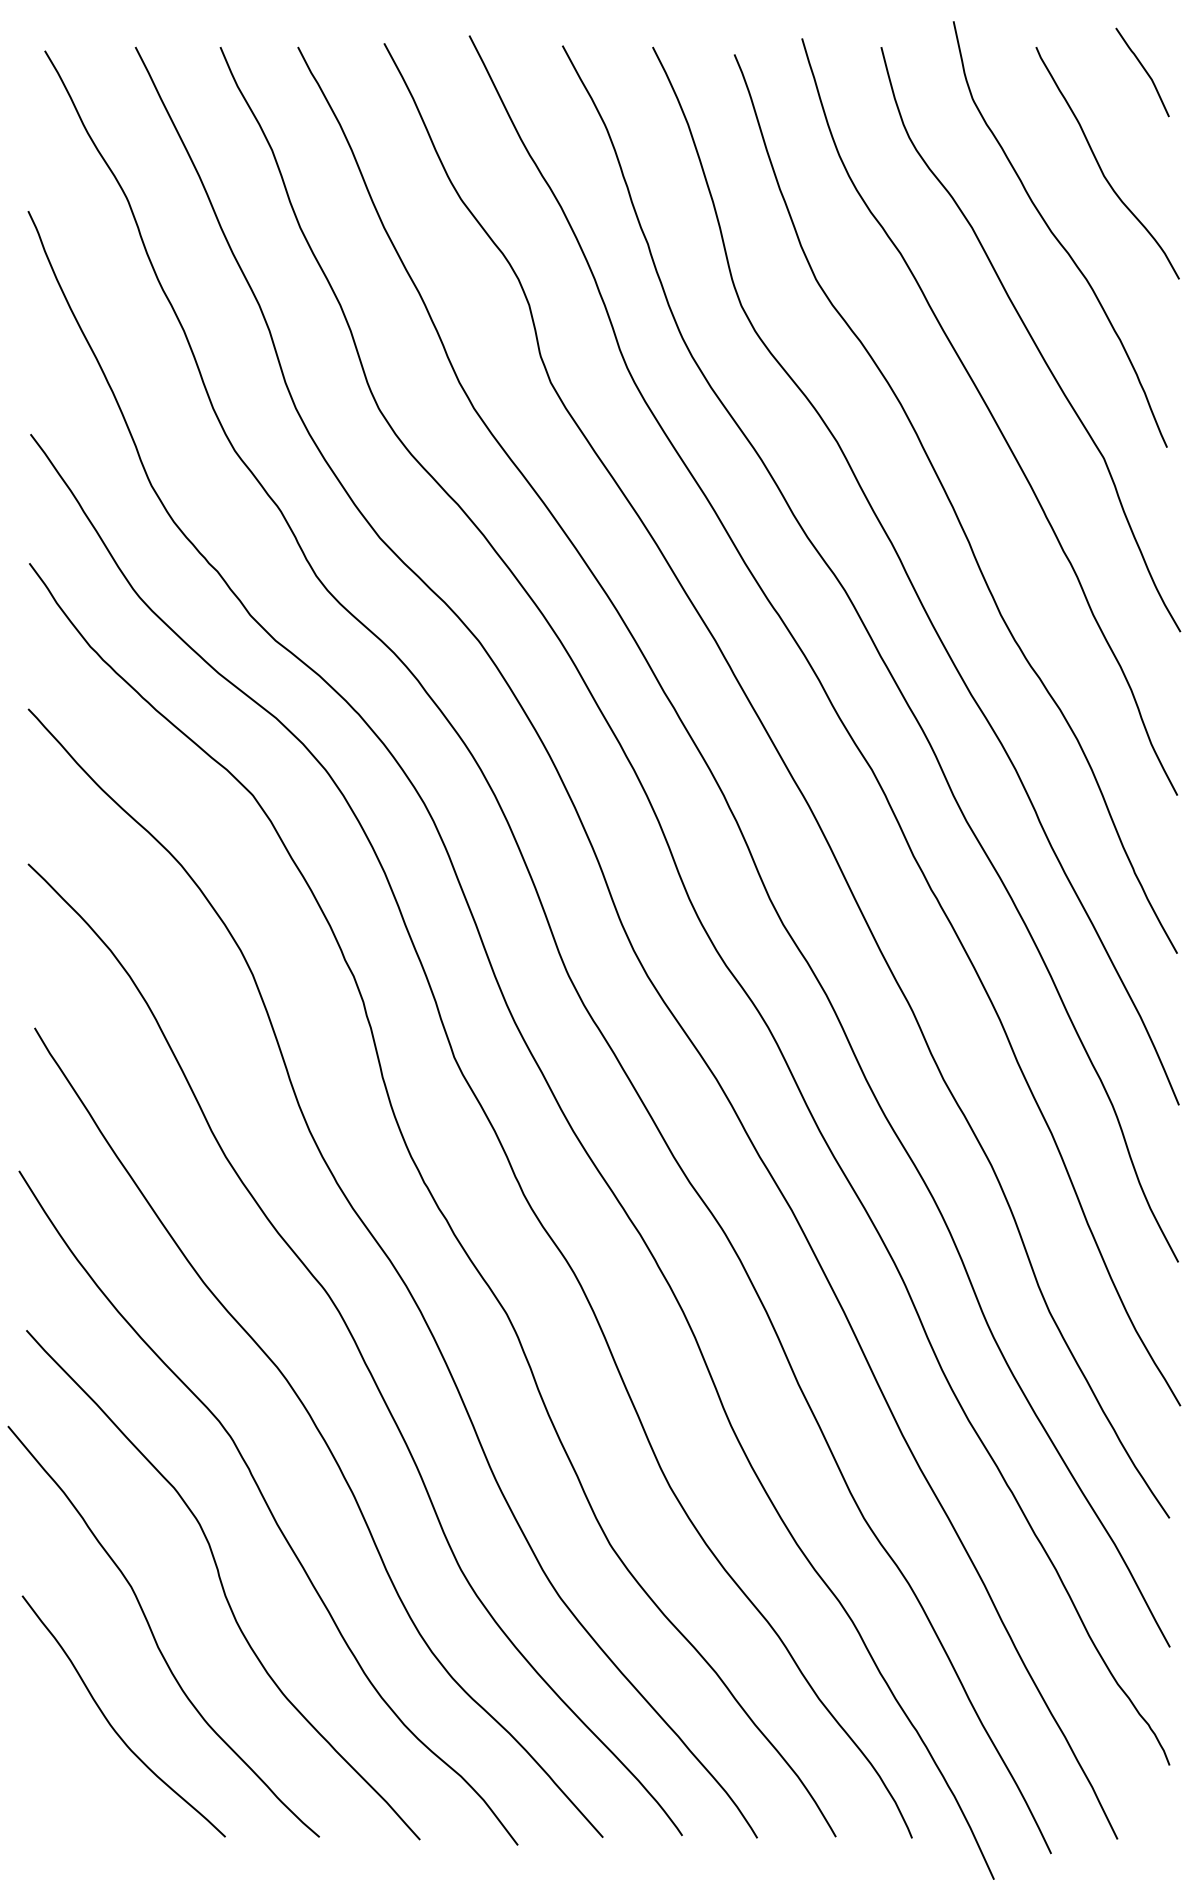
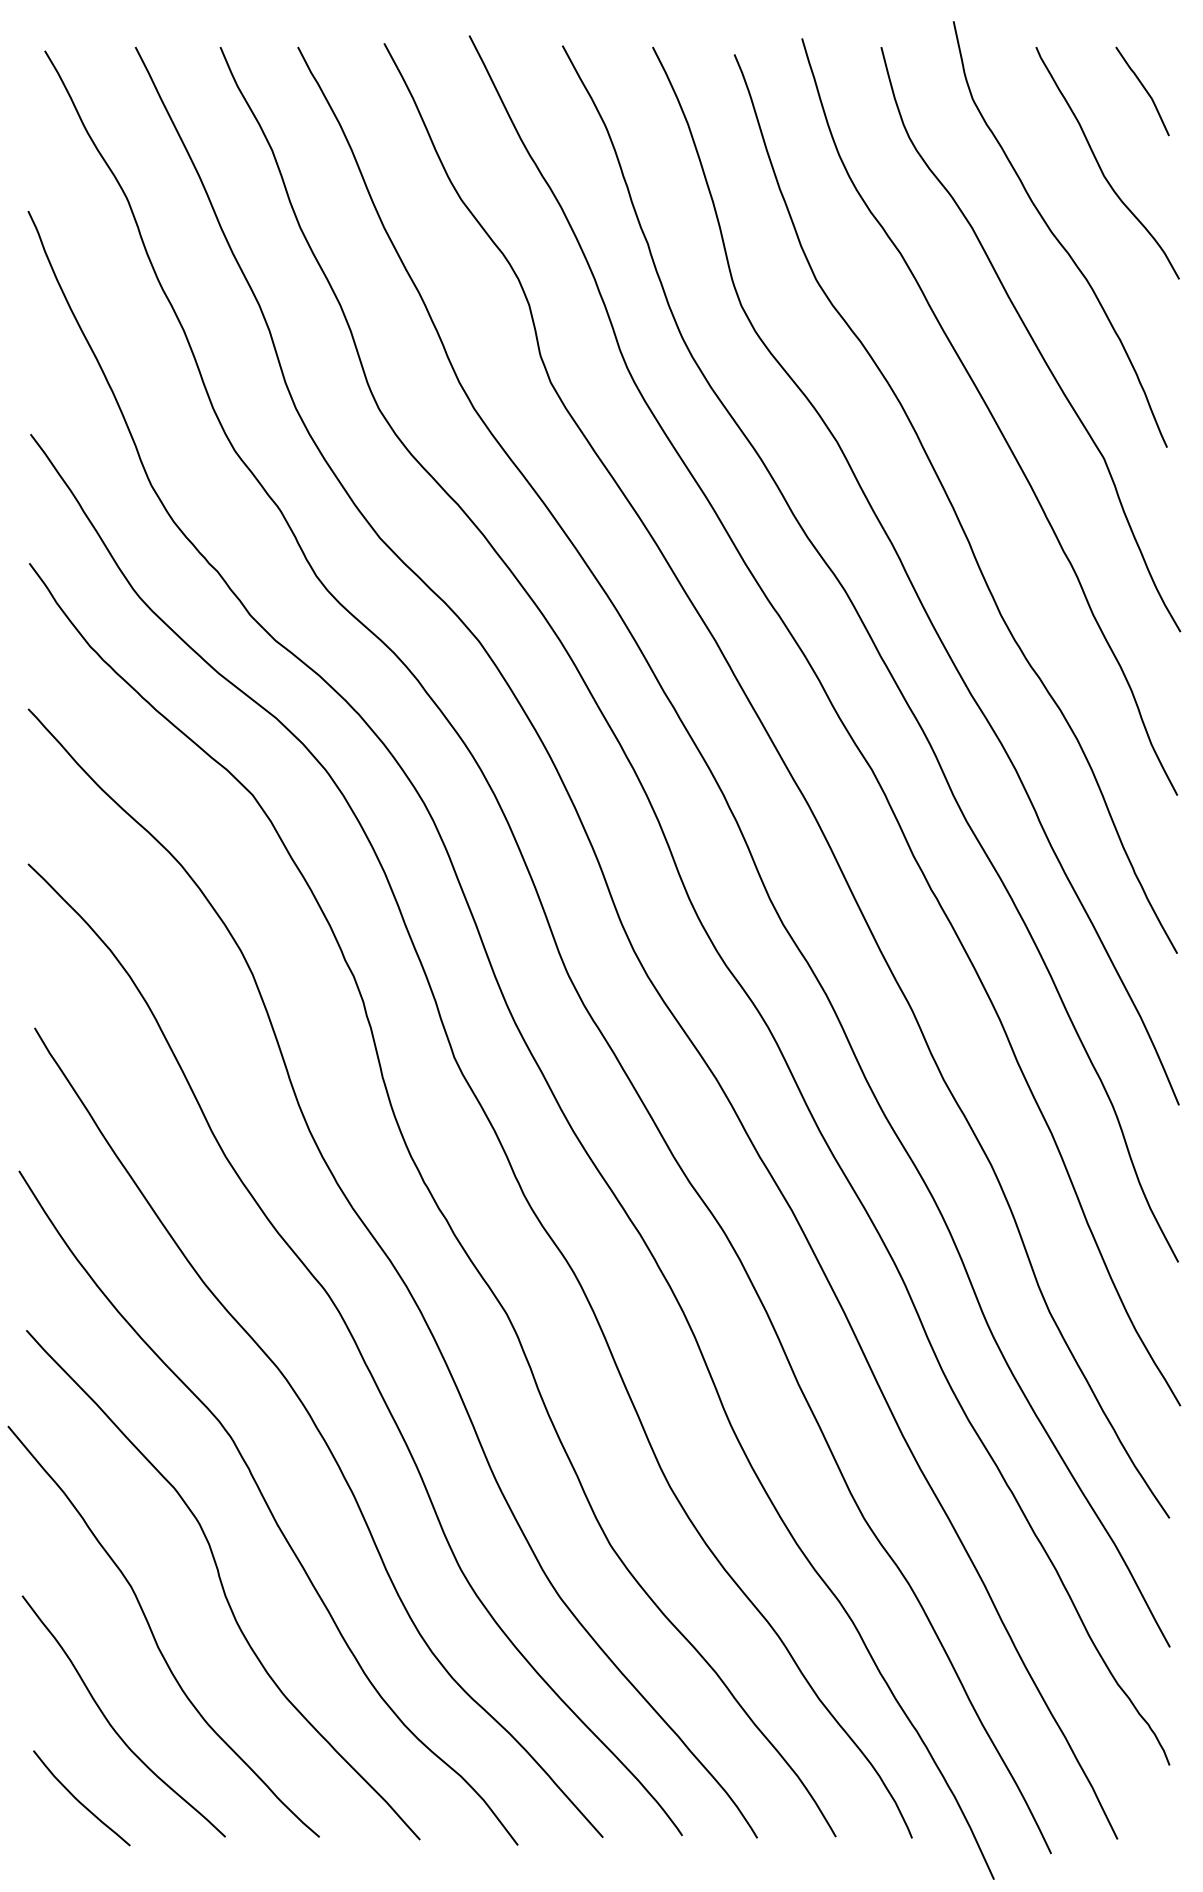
curve at (1144, 70) position: (1144, 70) -> (1144, 89)
curve at (79, 1800): none -> present
